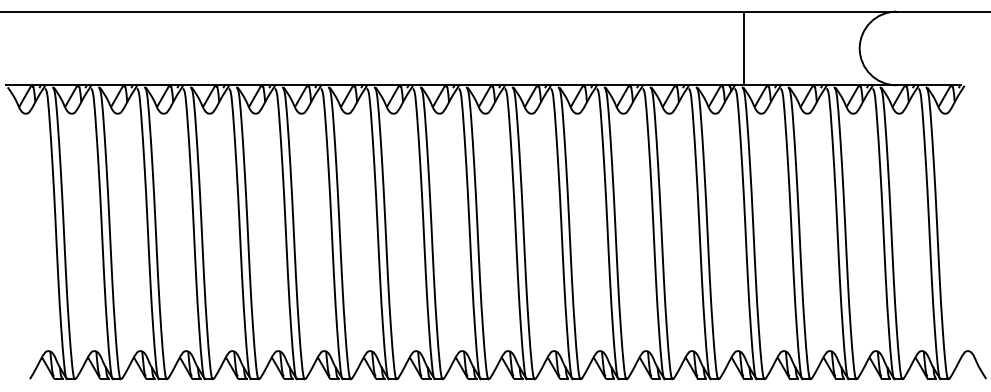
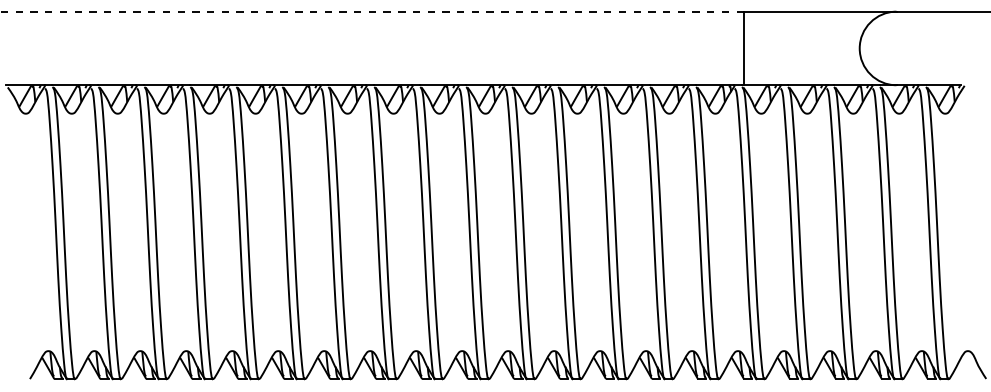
line at (371, 11): solid -> dashed
